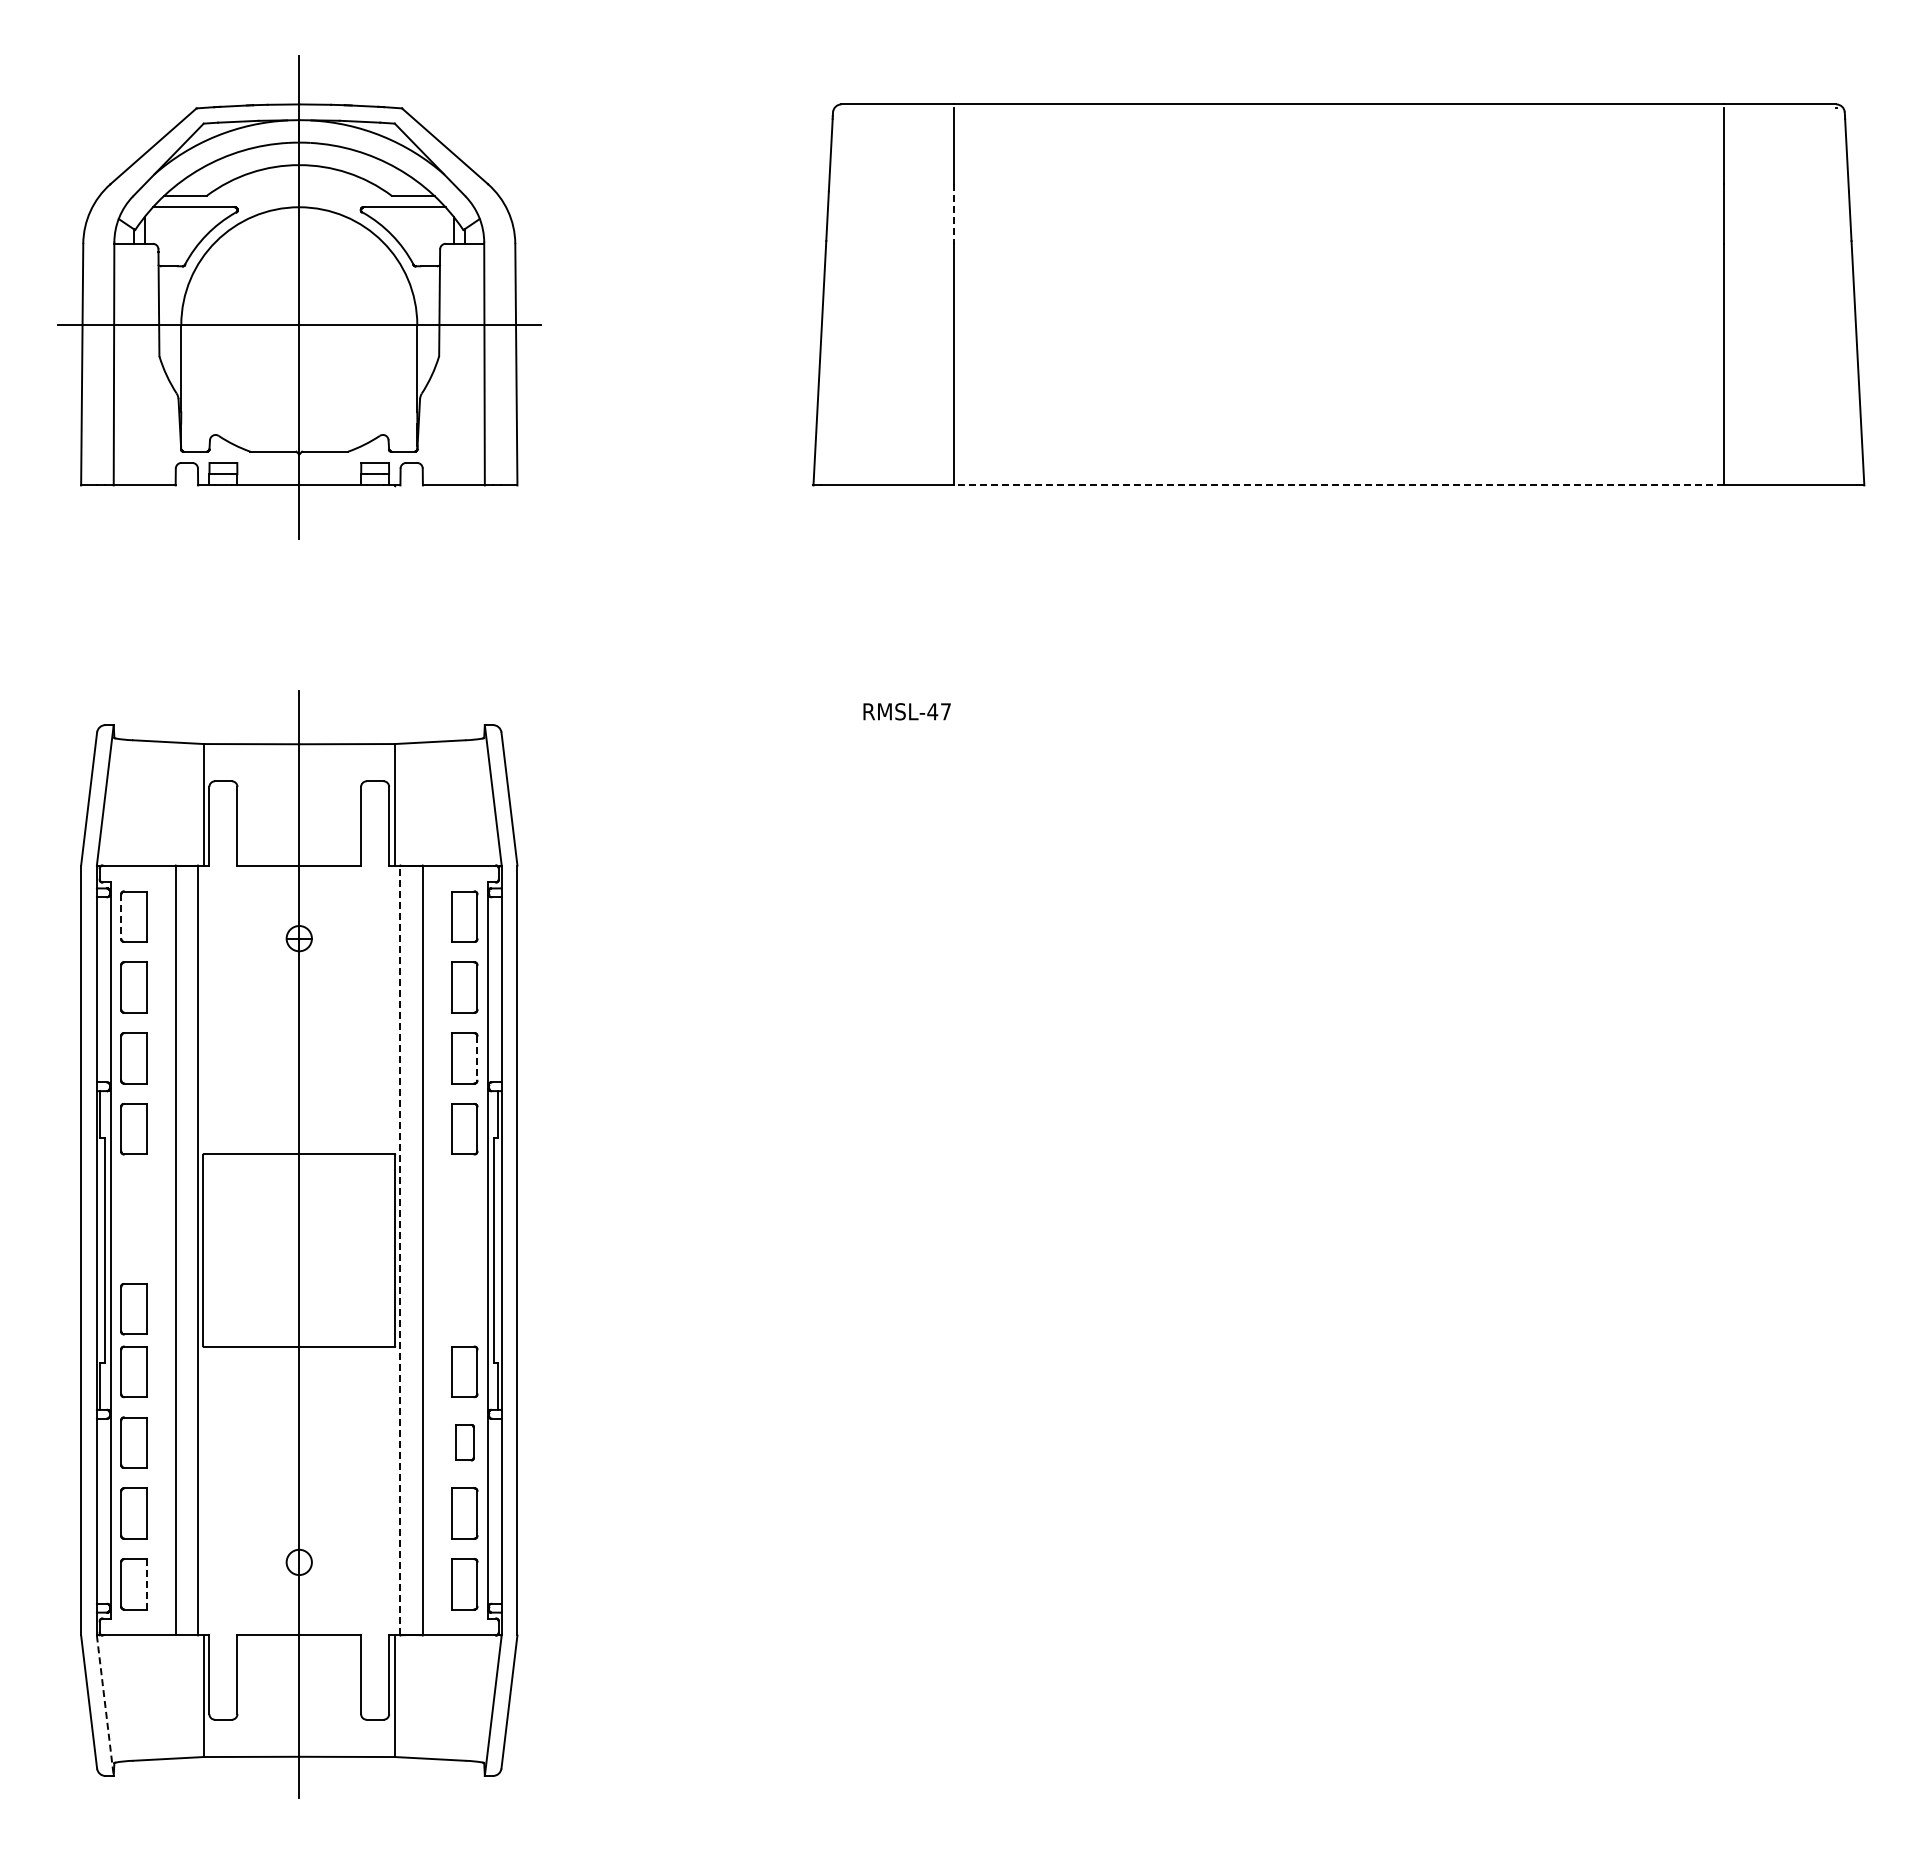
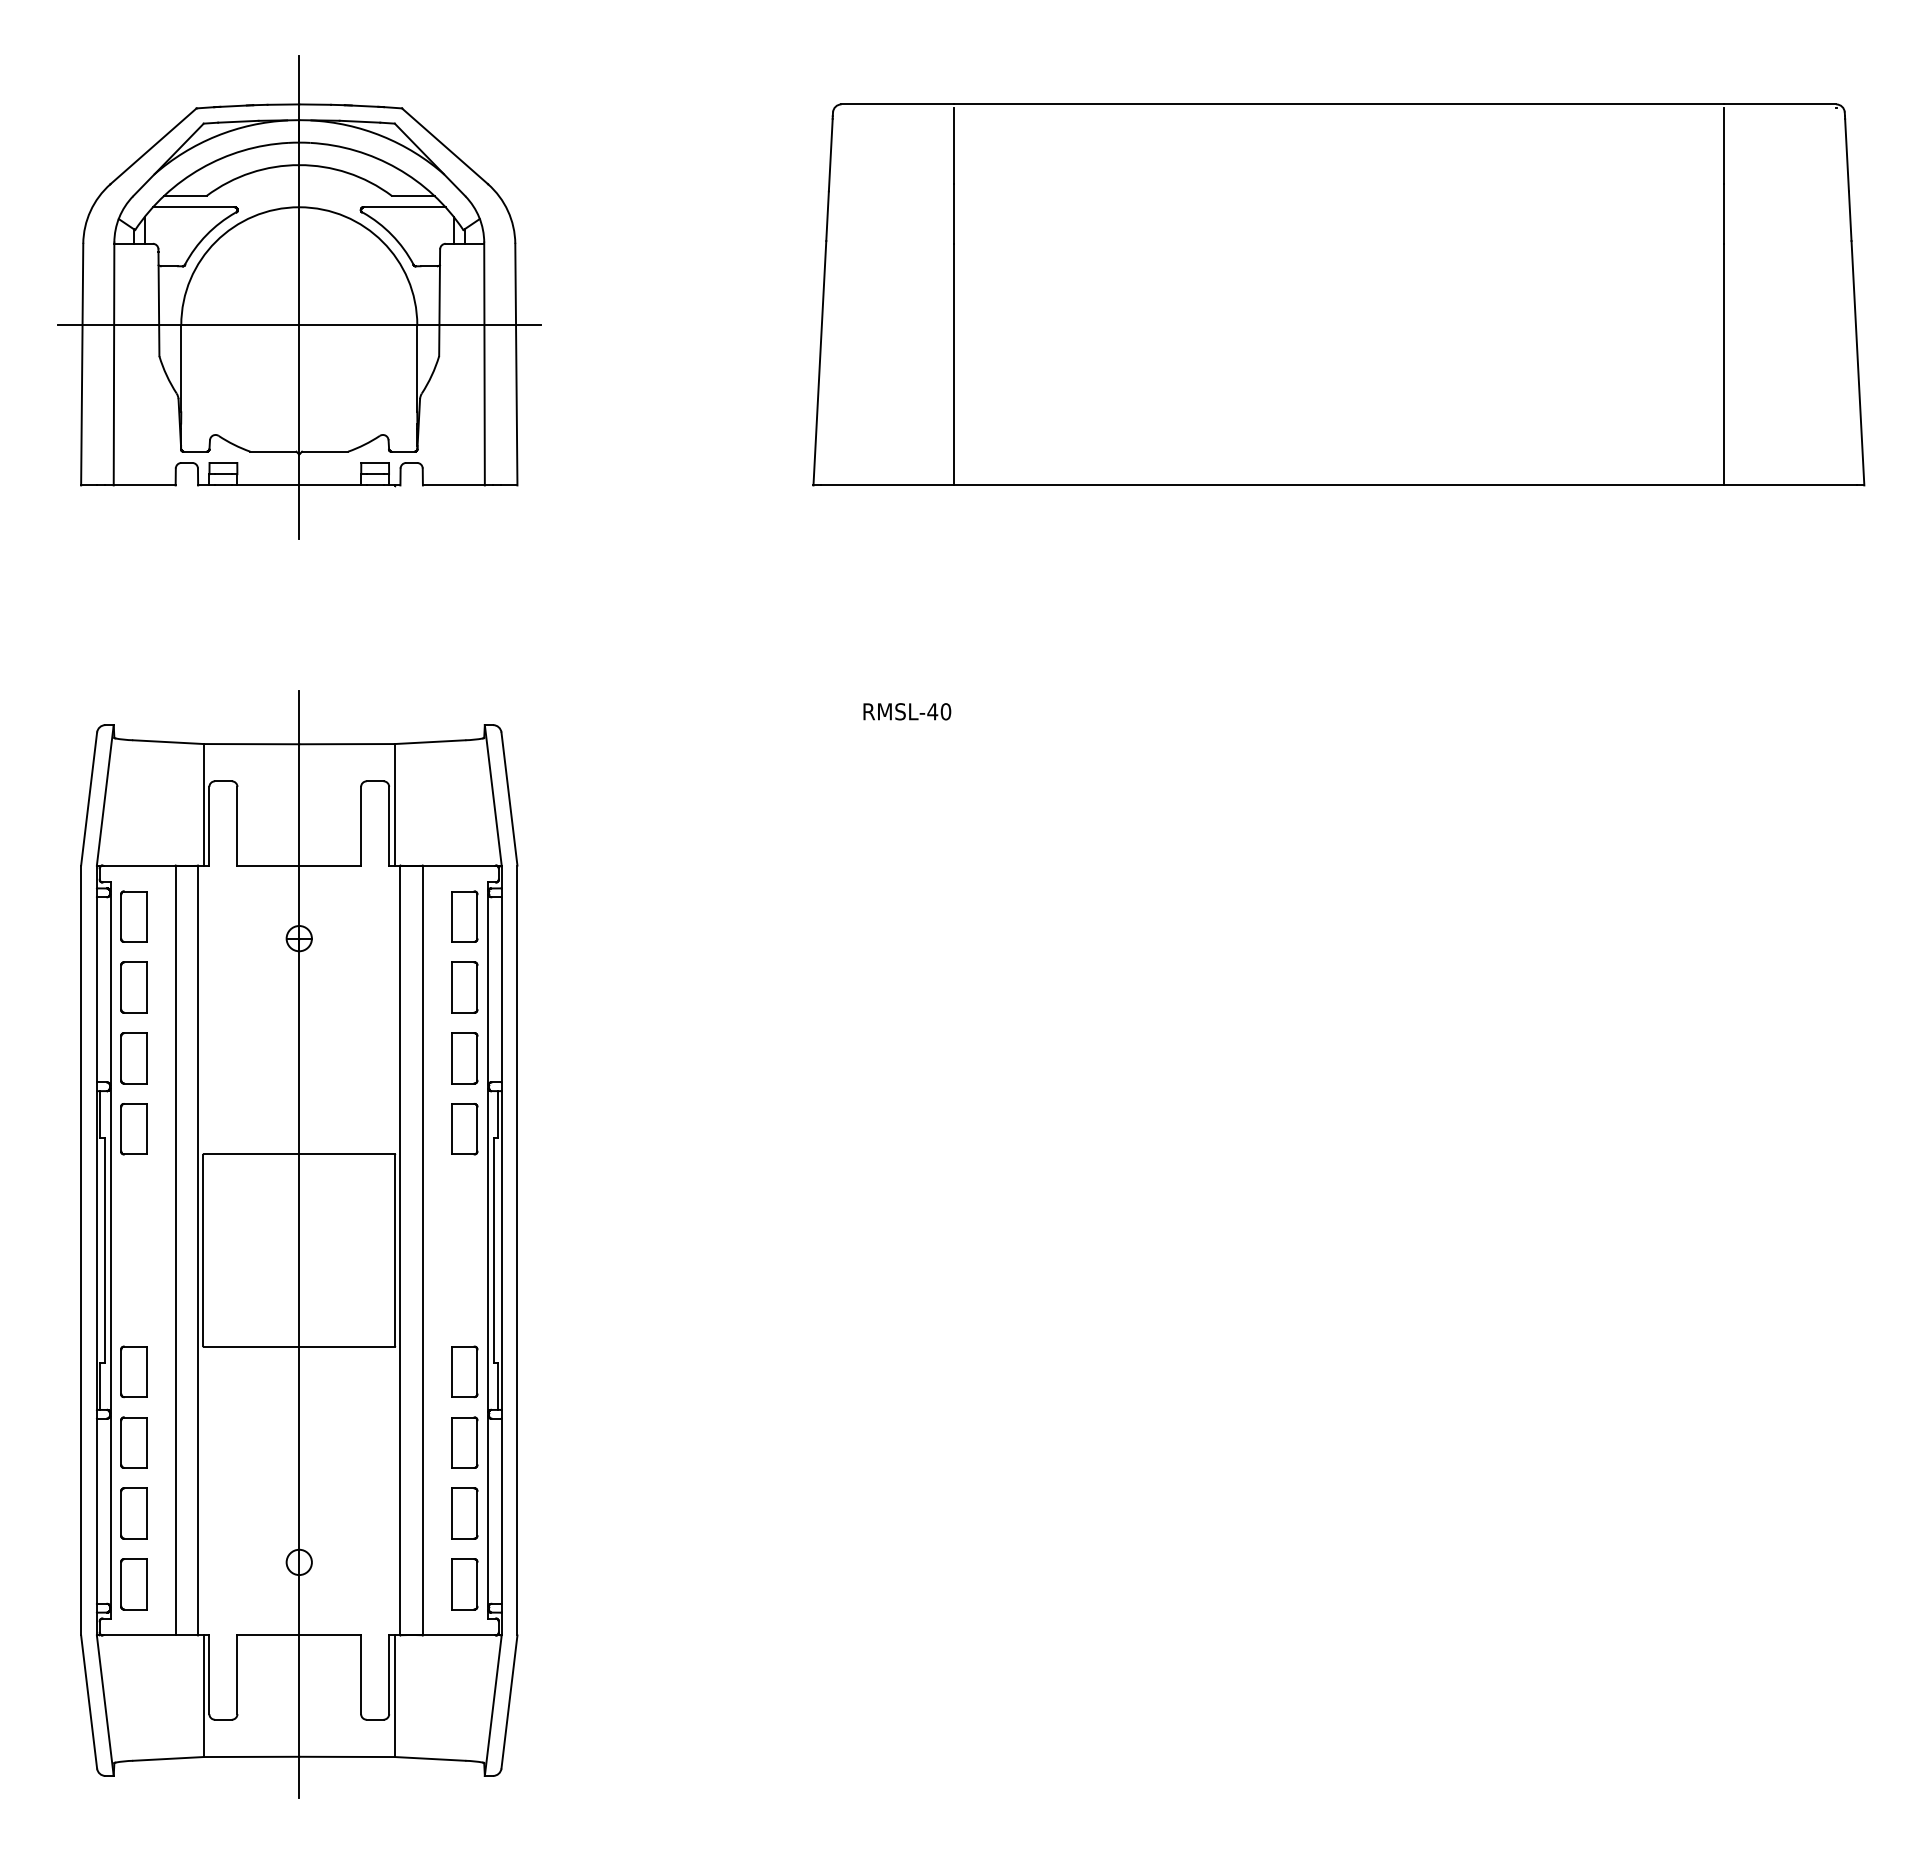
line at (953, 213): dashed -> solid
line at (1338, 485): dashed -> solid
text at (945, 711): RMSL-47 -> RMSL-40
line at (121, 917): dashed -> solid
line at (477, 1058): dashed -> solid
line at (400, 1250): dashed -> solid
part at (133, 1309): present -> none
part at (464, 1442) size: 20x38 px -> 28x53 px
line at (146, 1584): dashed -> solid
line at (105, 1705): dashed -> solid
